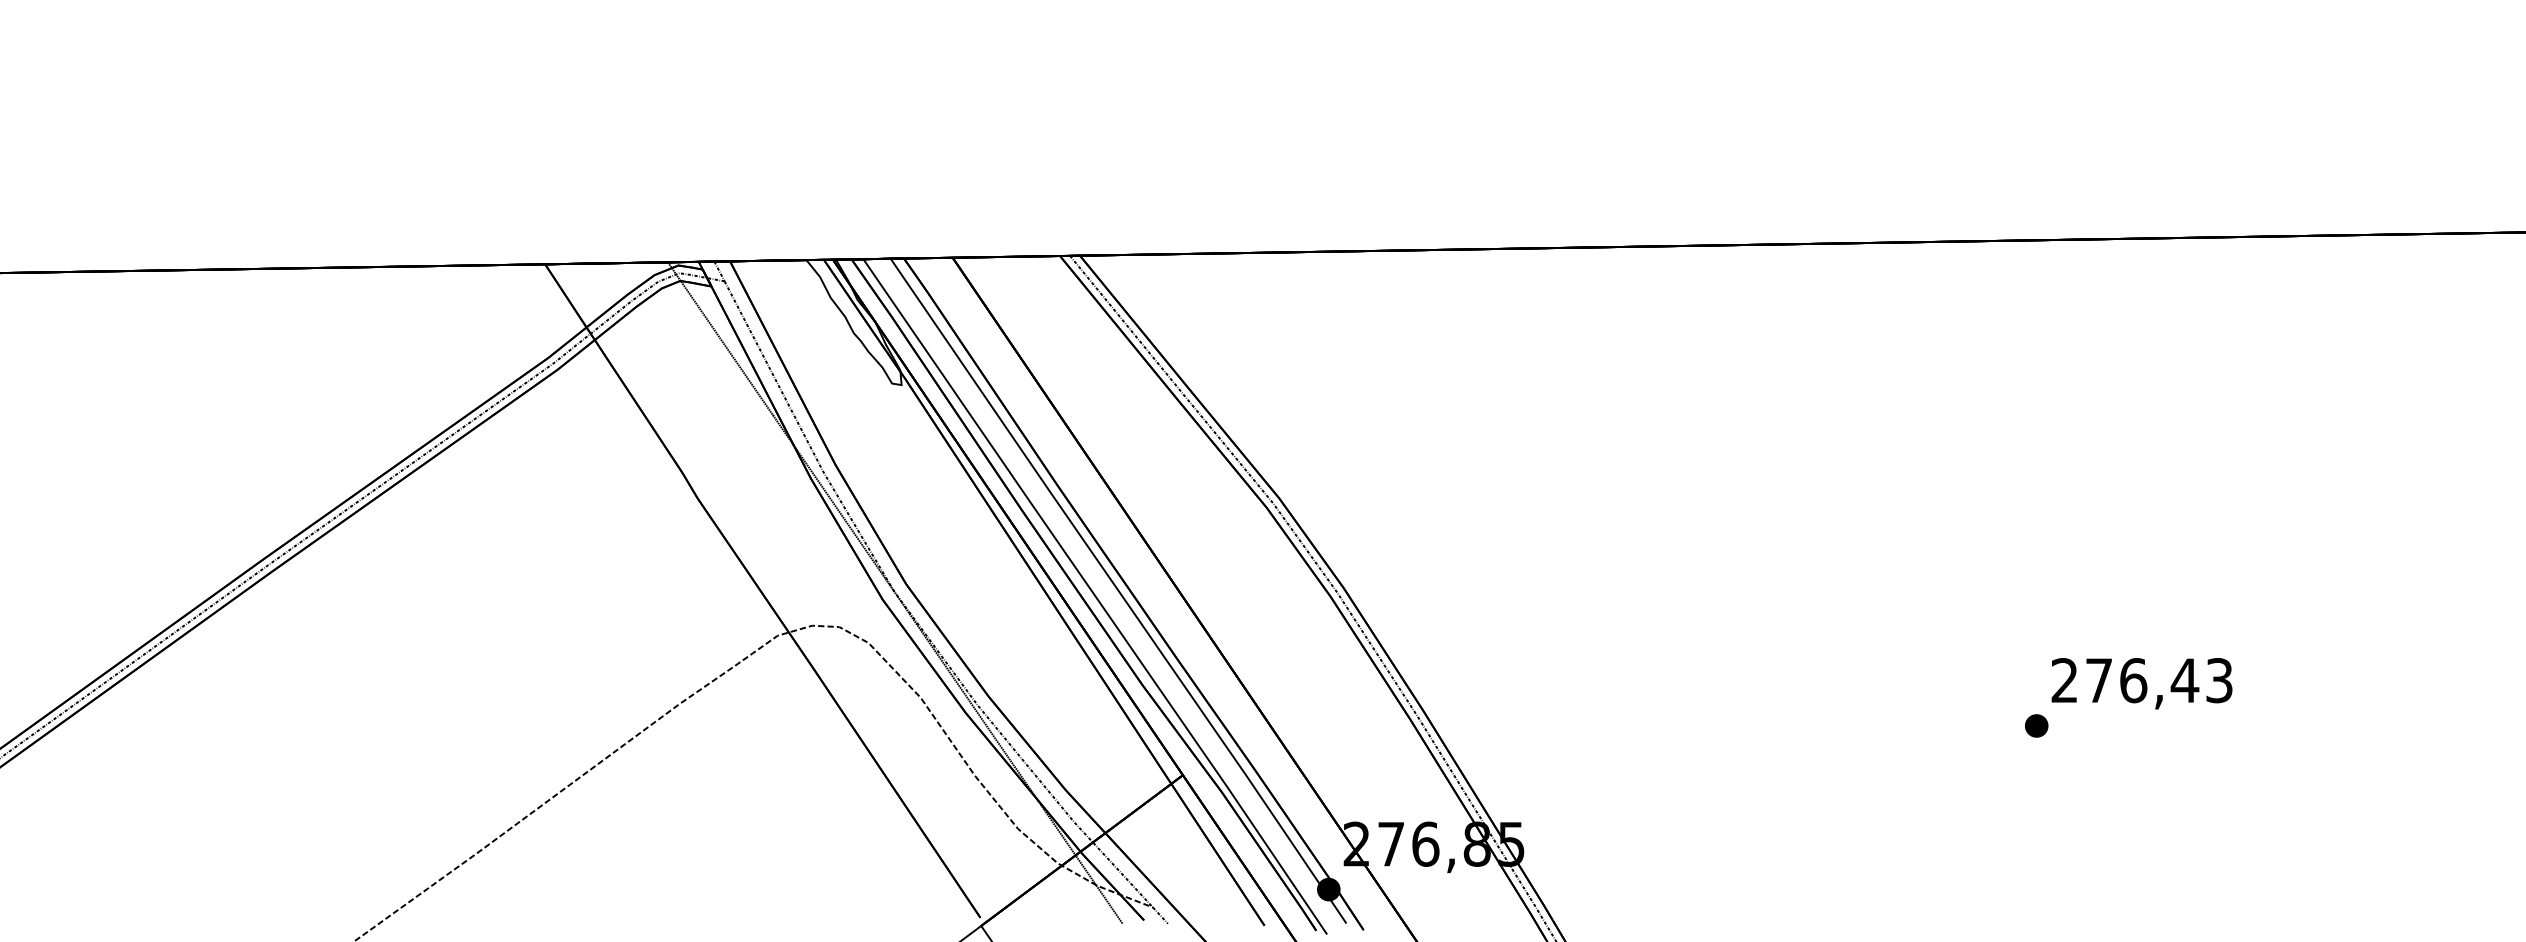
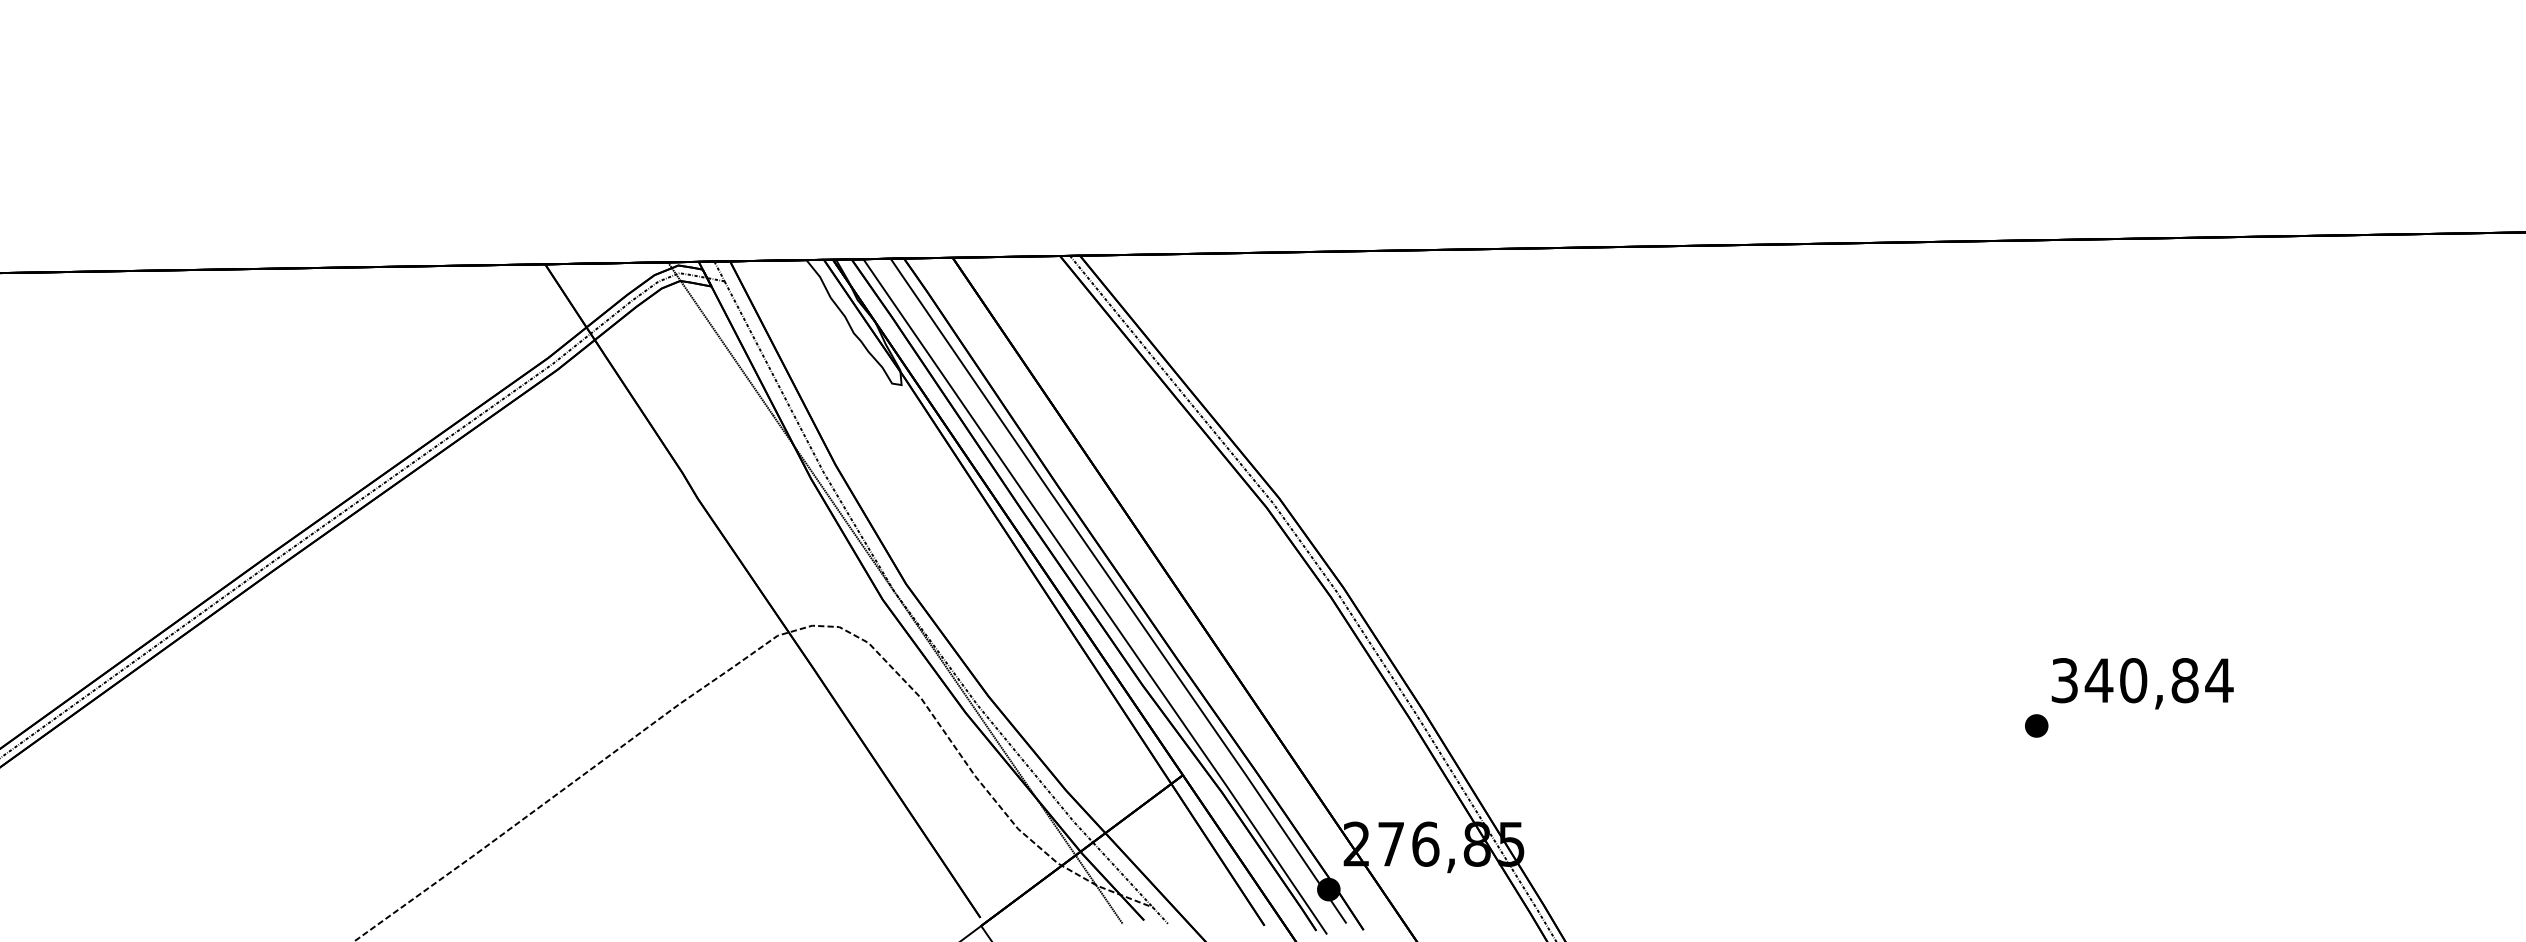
text at (2142, 680): 276,43 -> 340,84
